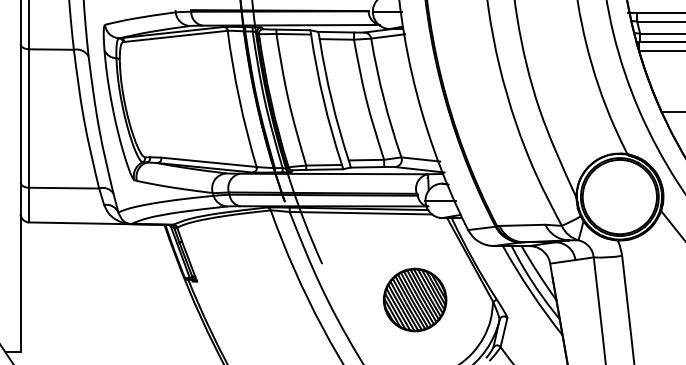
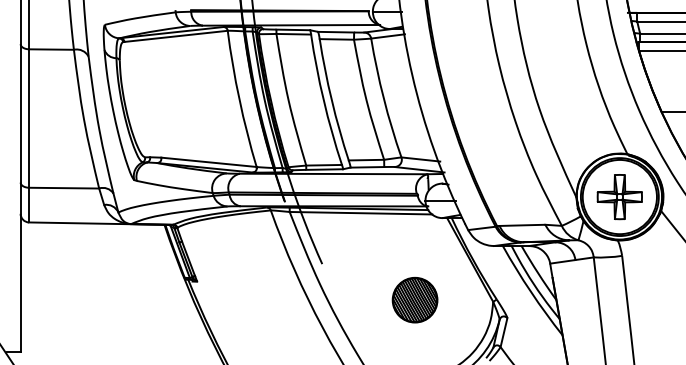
part at (619, 197): none -> present
part at (415, 299) size: 65x66 px -> 48x47 px
